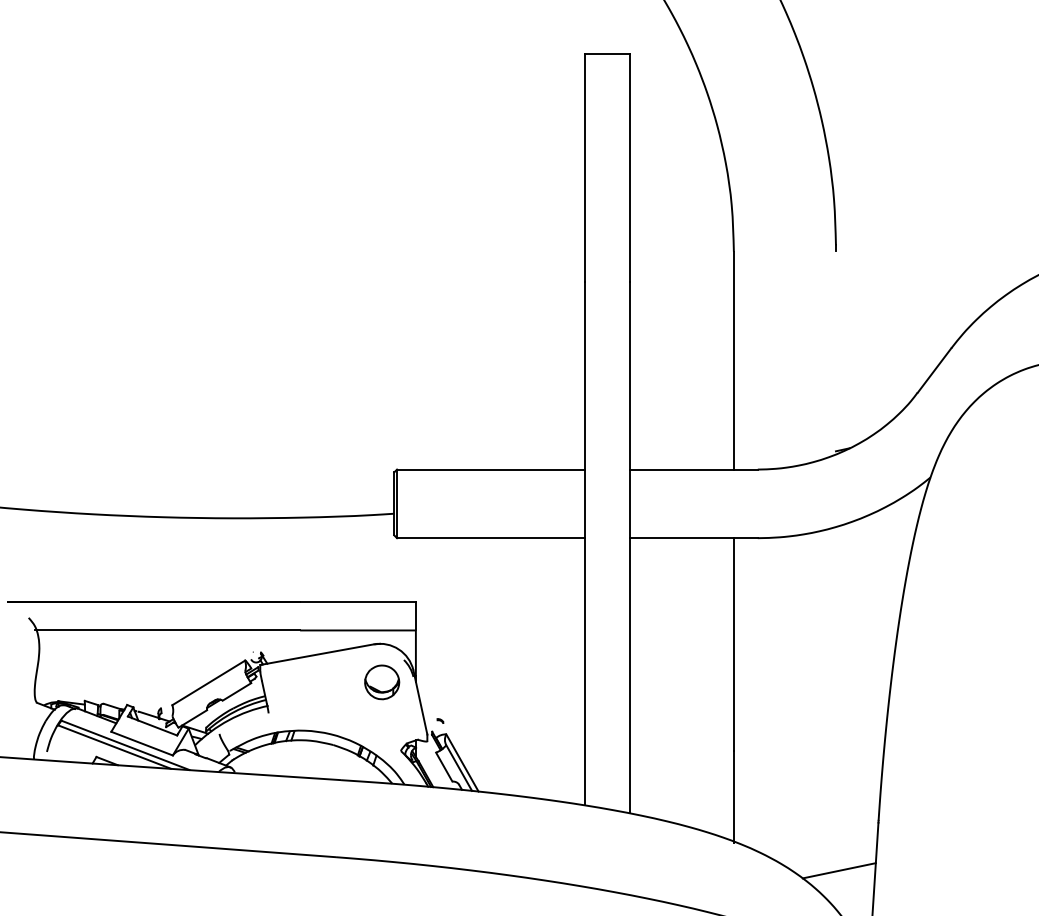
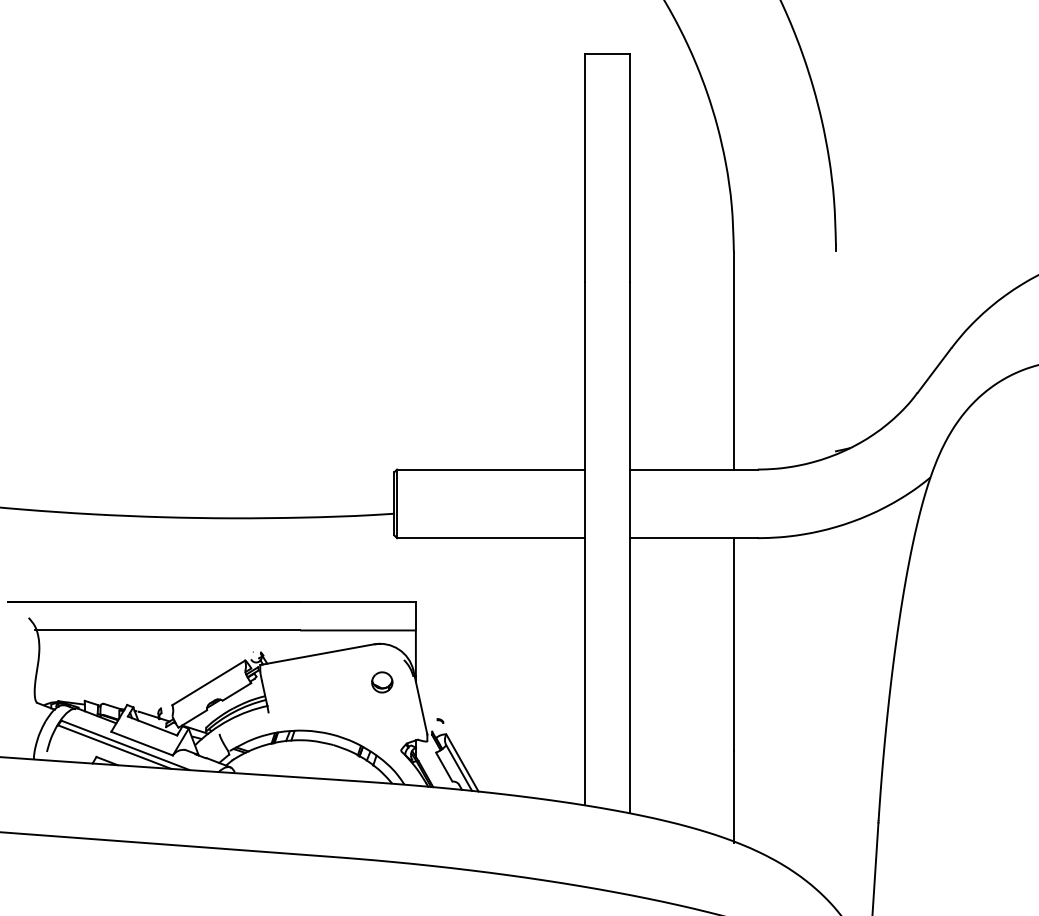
part at (382, 682) size: 37x37 px -> 23x23 px
line at (838, 870): present -> none
